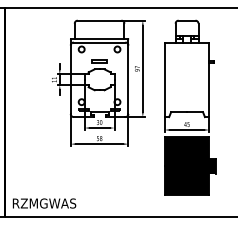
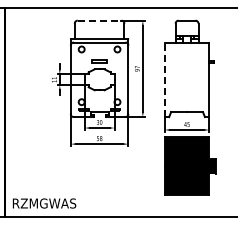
line at (99, 20): solid -> dashed
line at (164, 79): solid -> dashed
